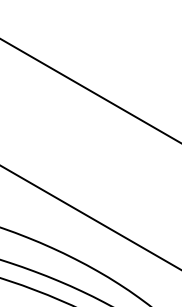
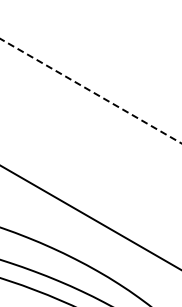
line at (90, 91): solid -> dashed
